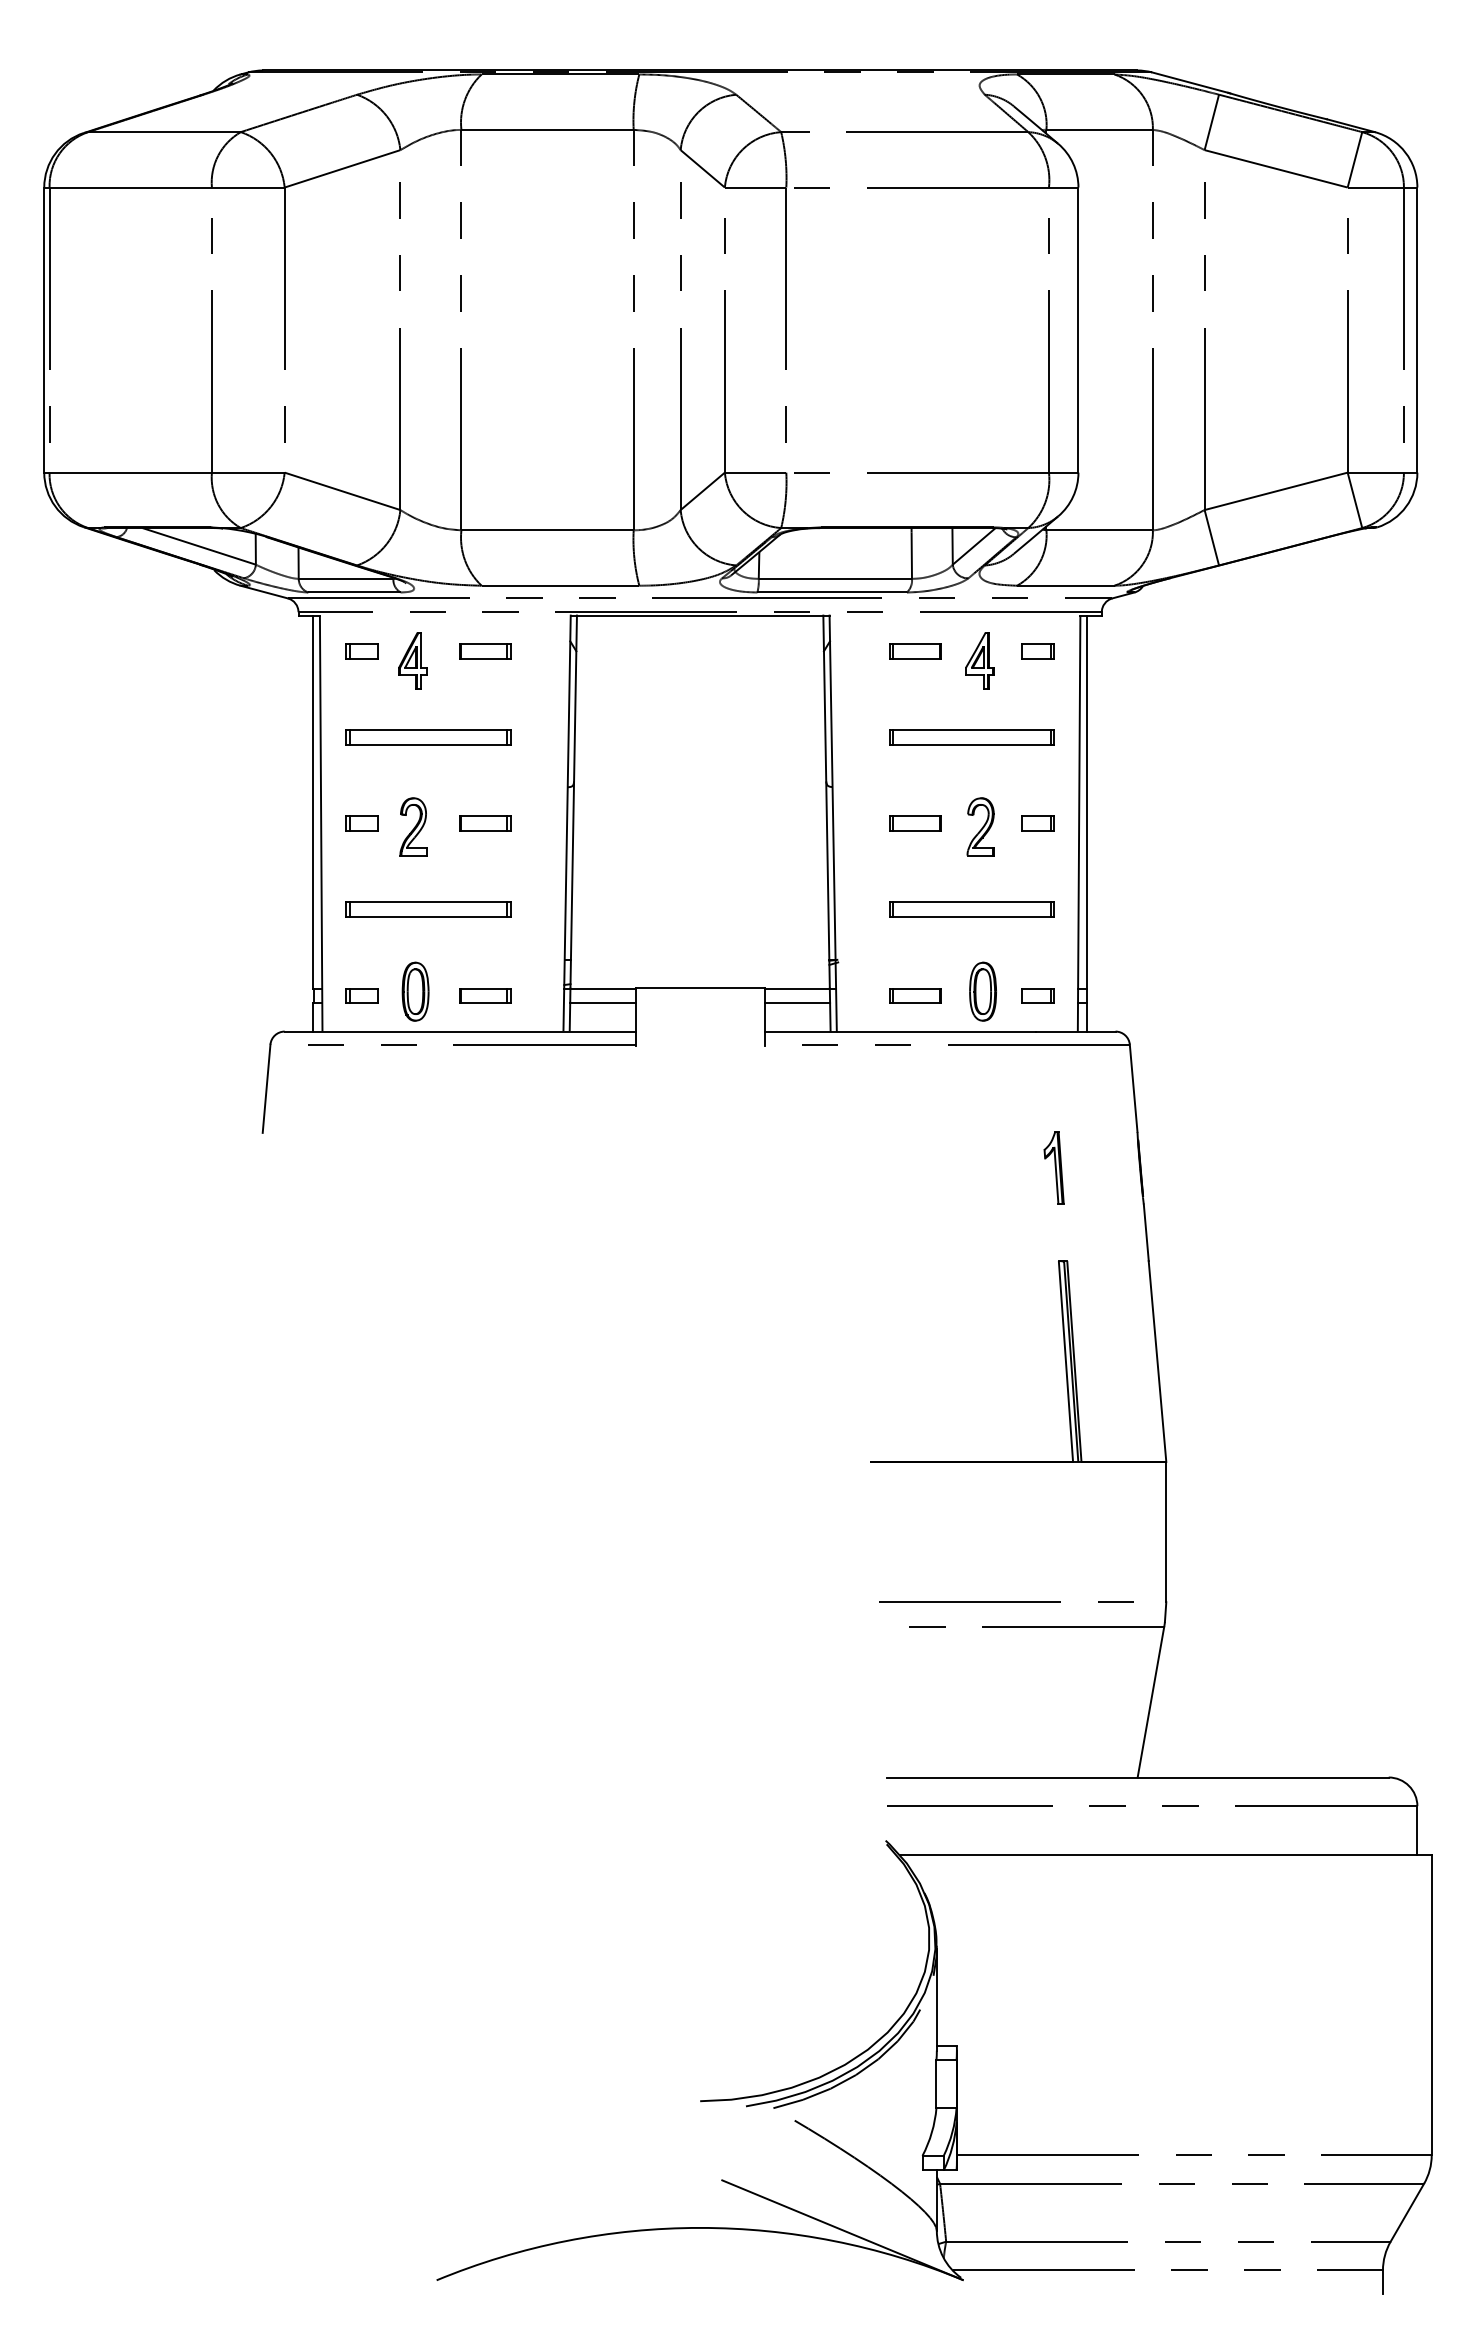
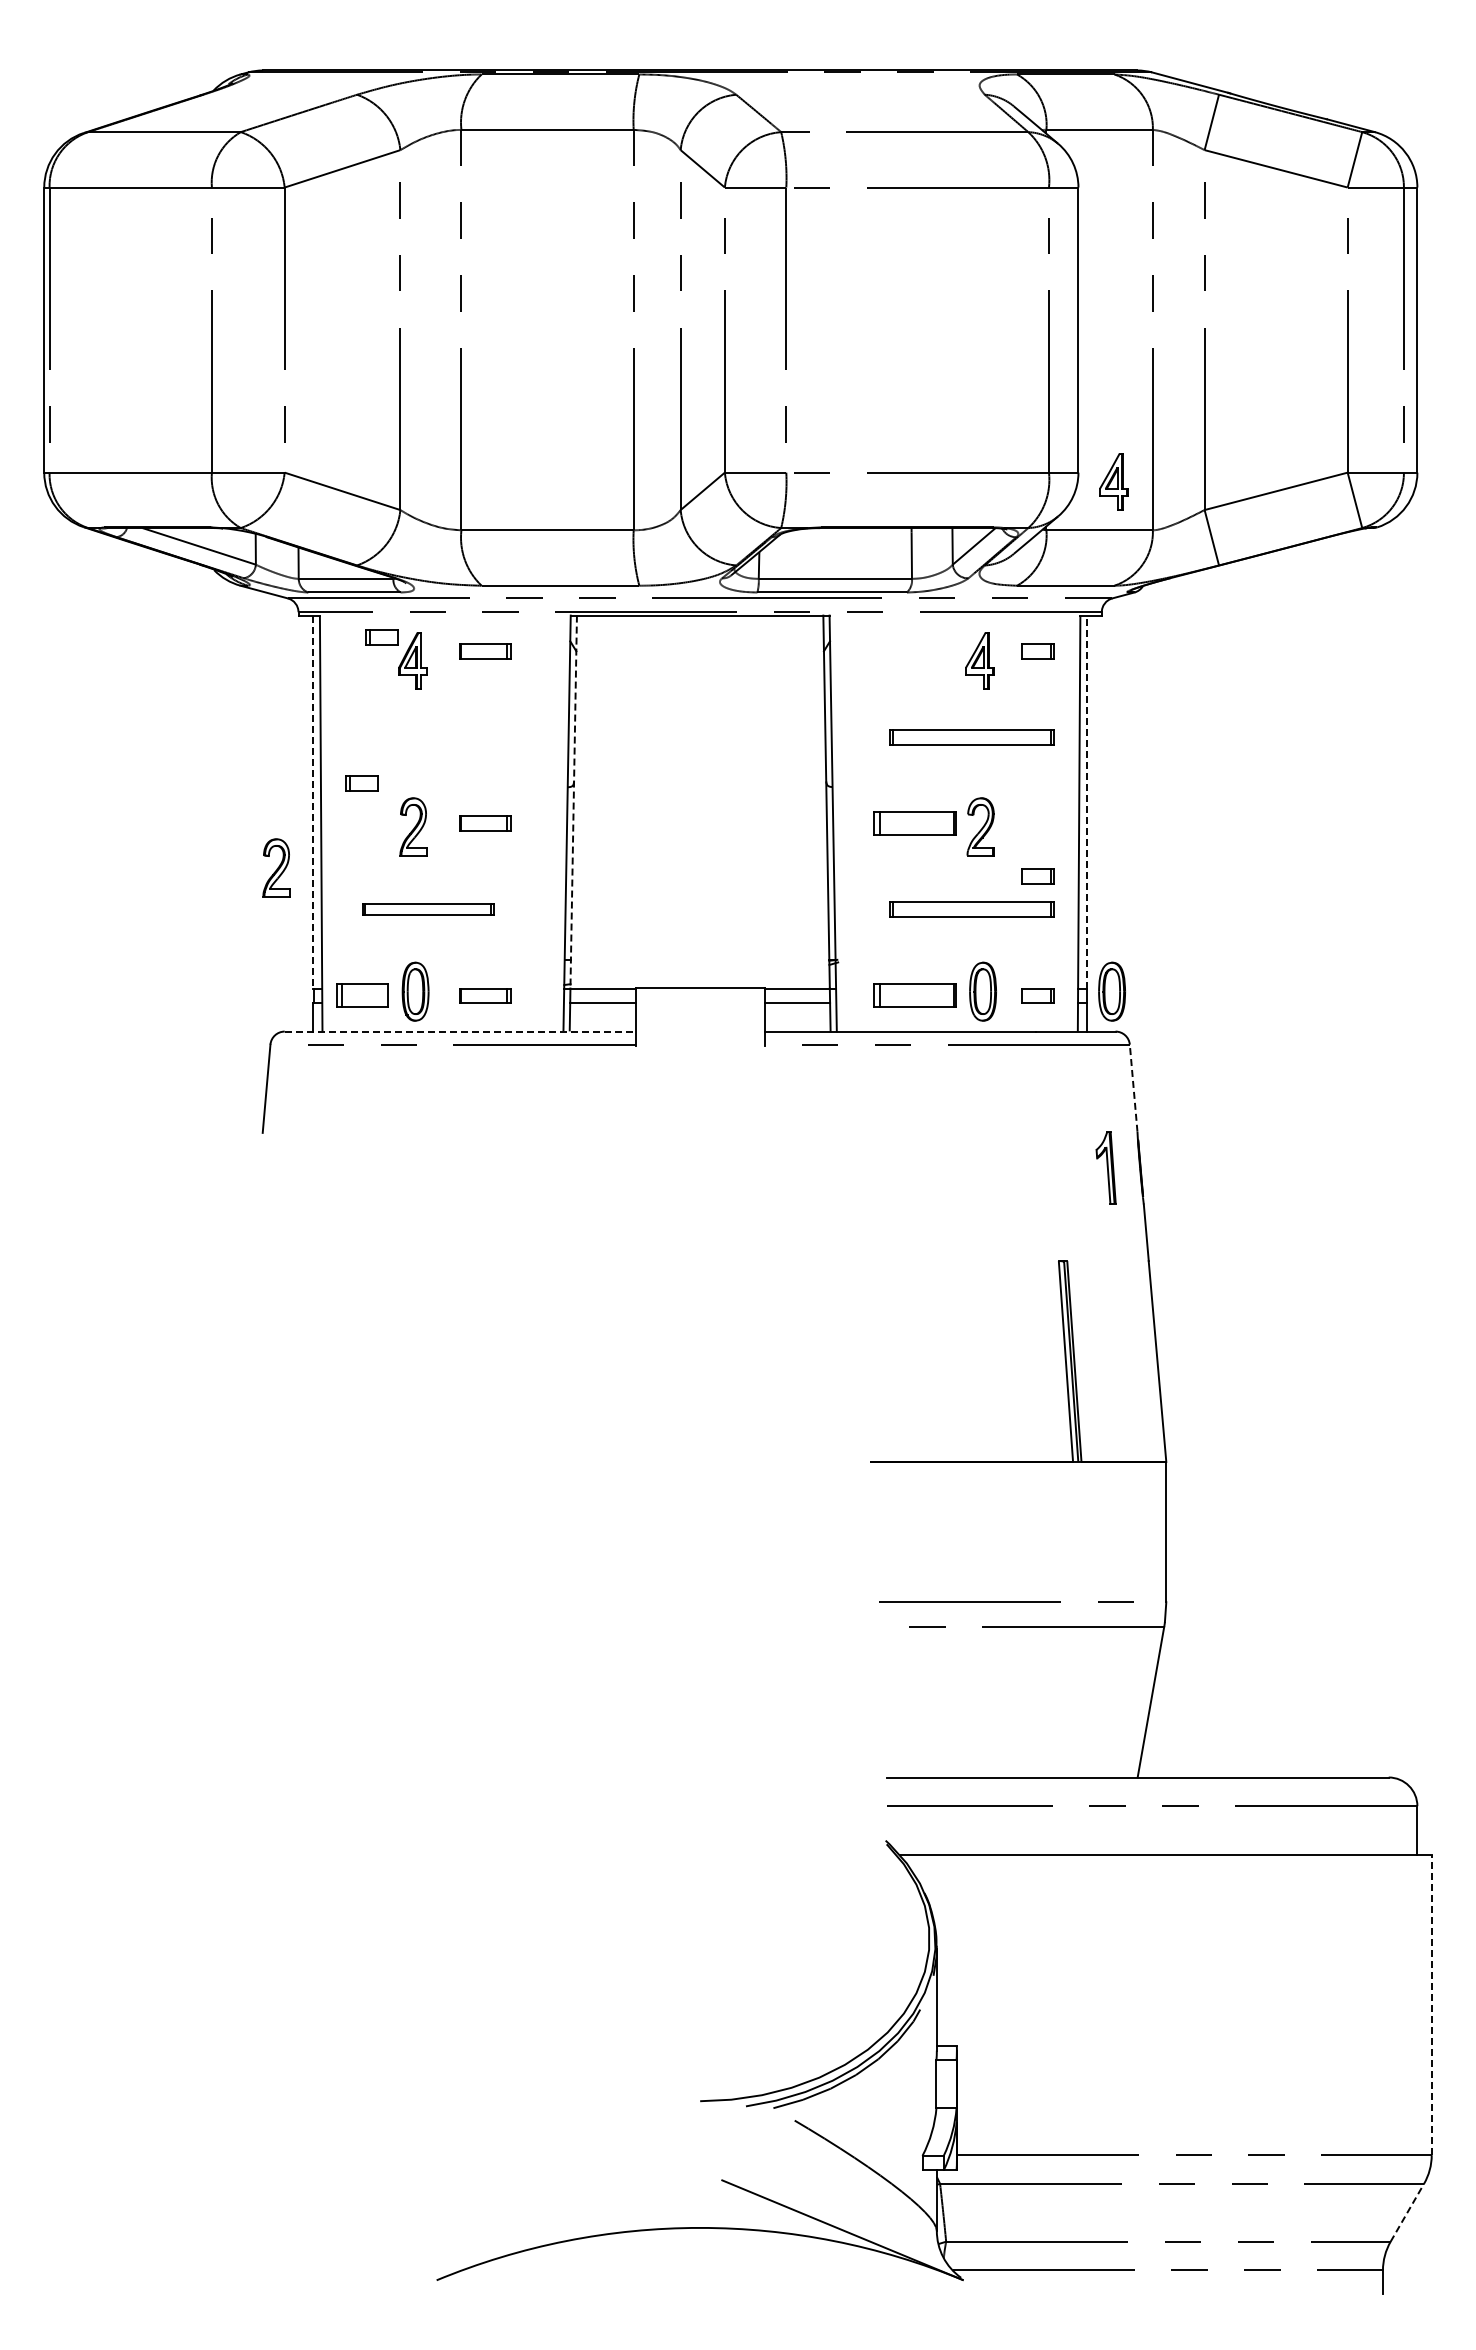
part at (1113, 481): none -> present
part at (361, 651) position: (361, 651) -> (381, 637)
part at (915, 651): present -> none
part at (428, 737): present -> none
line at (1087, 801): solid -> dashed
line at (312, 802): solid -> dashed
line at (573, 802): solid -> dashed
part at (361, 823) position: (361, 823) -> (361, 783)
part at (915, 823) size: 53x17 px -> 84x25 px
part at (1037, 823) position: (1037, 823) -> (1037, 876)
part at (276, 867): none -> present
part at (428, 909) size: 167x17 px -> 133x13 px
part at (1111, 991): none -> present
part at (361, 995) size: 34x16 px -> 53x25 px
part at (915, 995) size: 53x16 px -> 84x25 px
line at (460, 1031): solid -> dashed
line at (1133, 1088): solid -> dashed
part at (1053, 1167) position: (1053, 1167) -> (1105, 1167)
line at (1431, 2004): solid -> dashed
line at (1407, 2212): solid -> dashed
